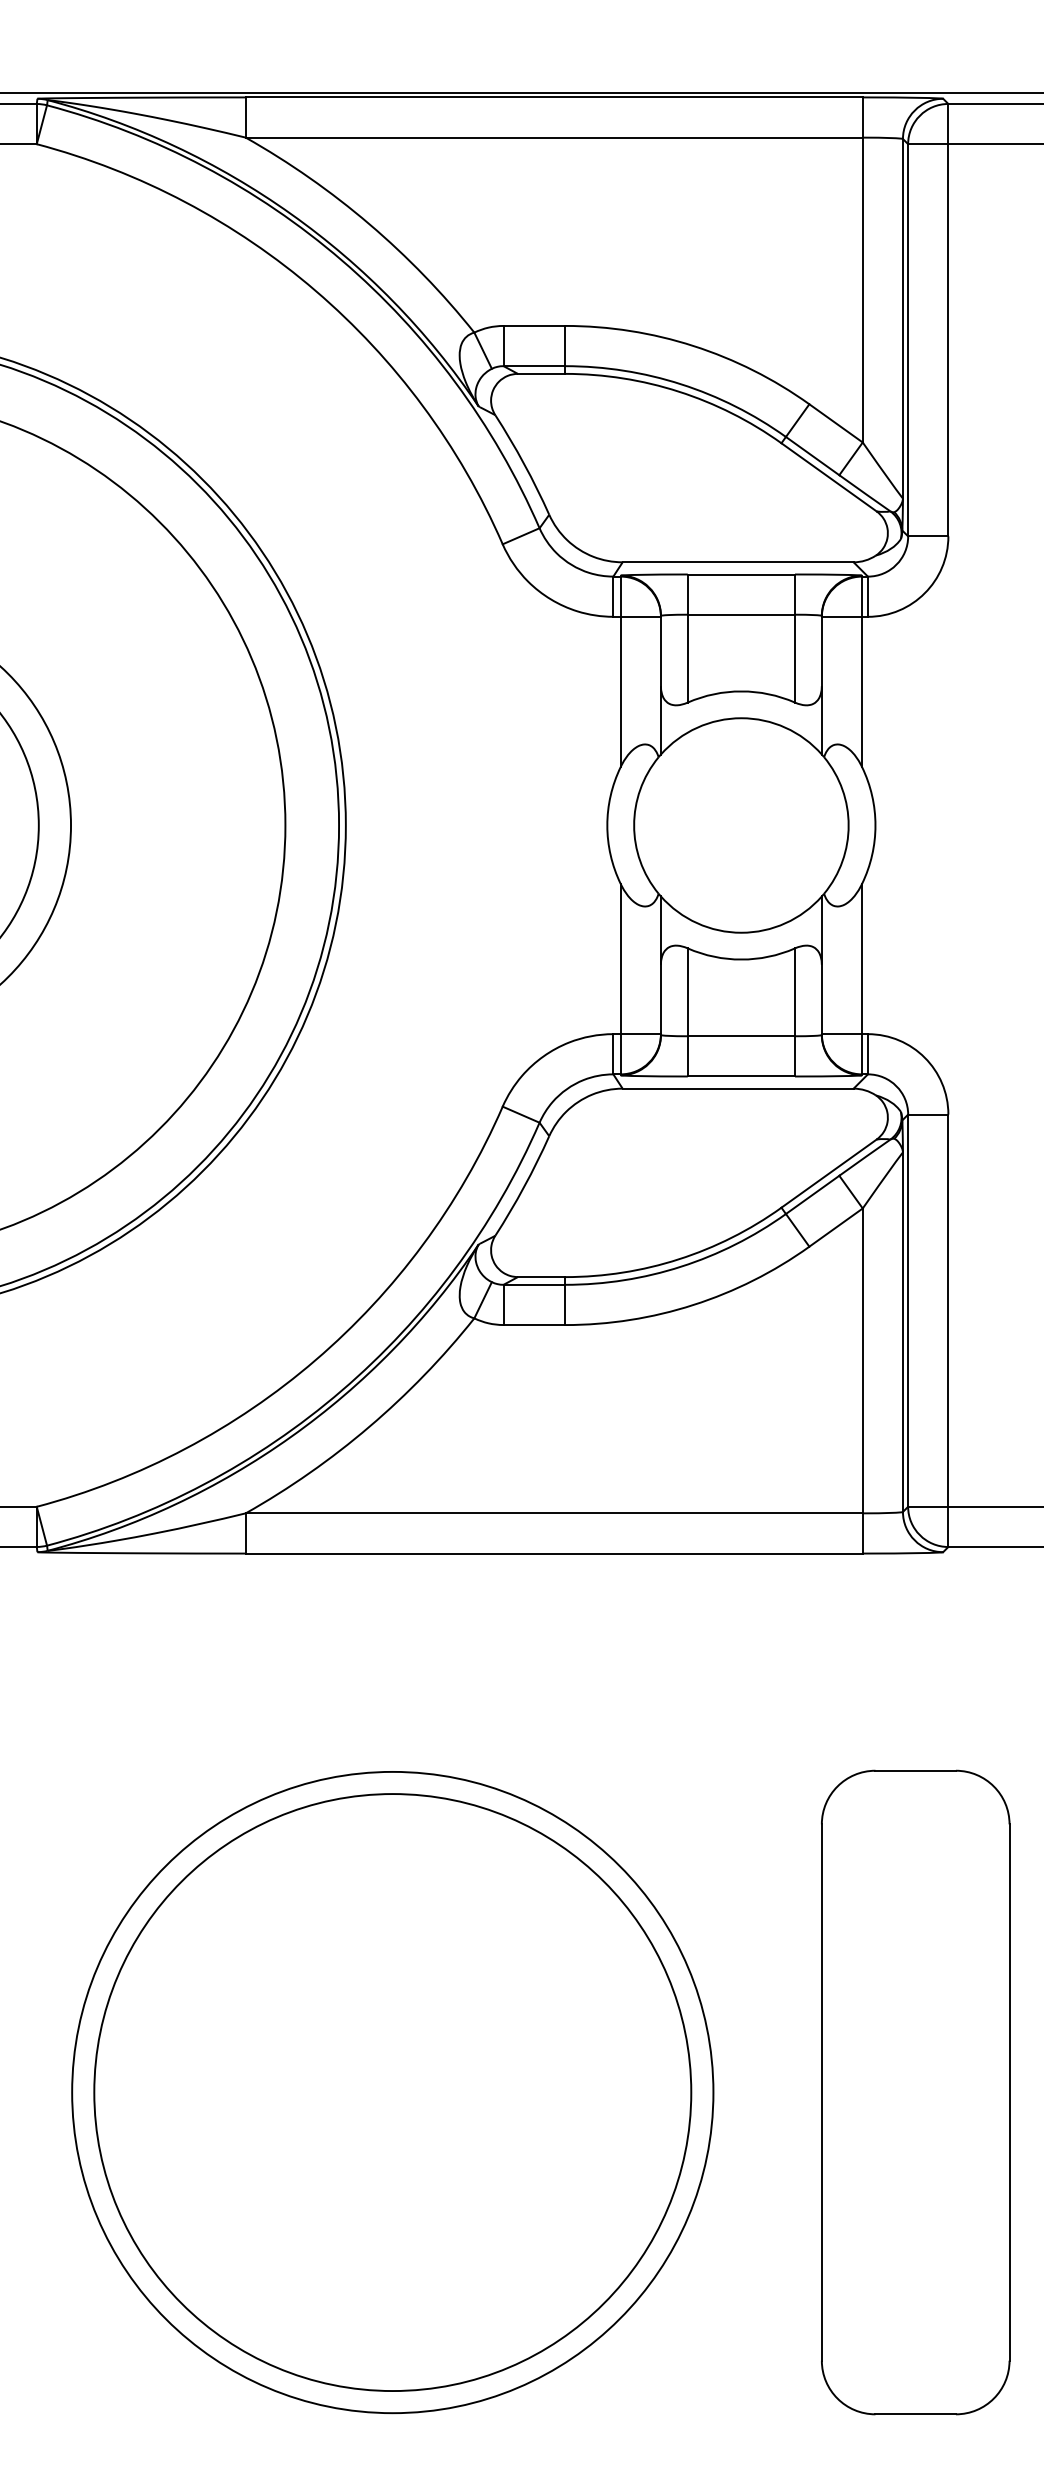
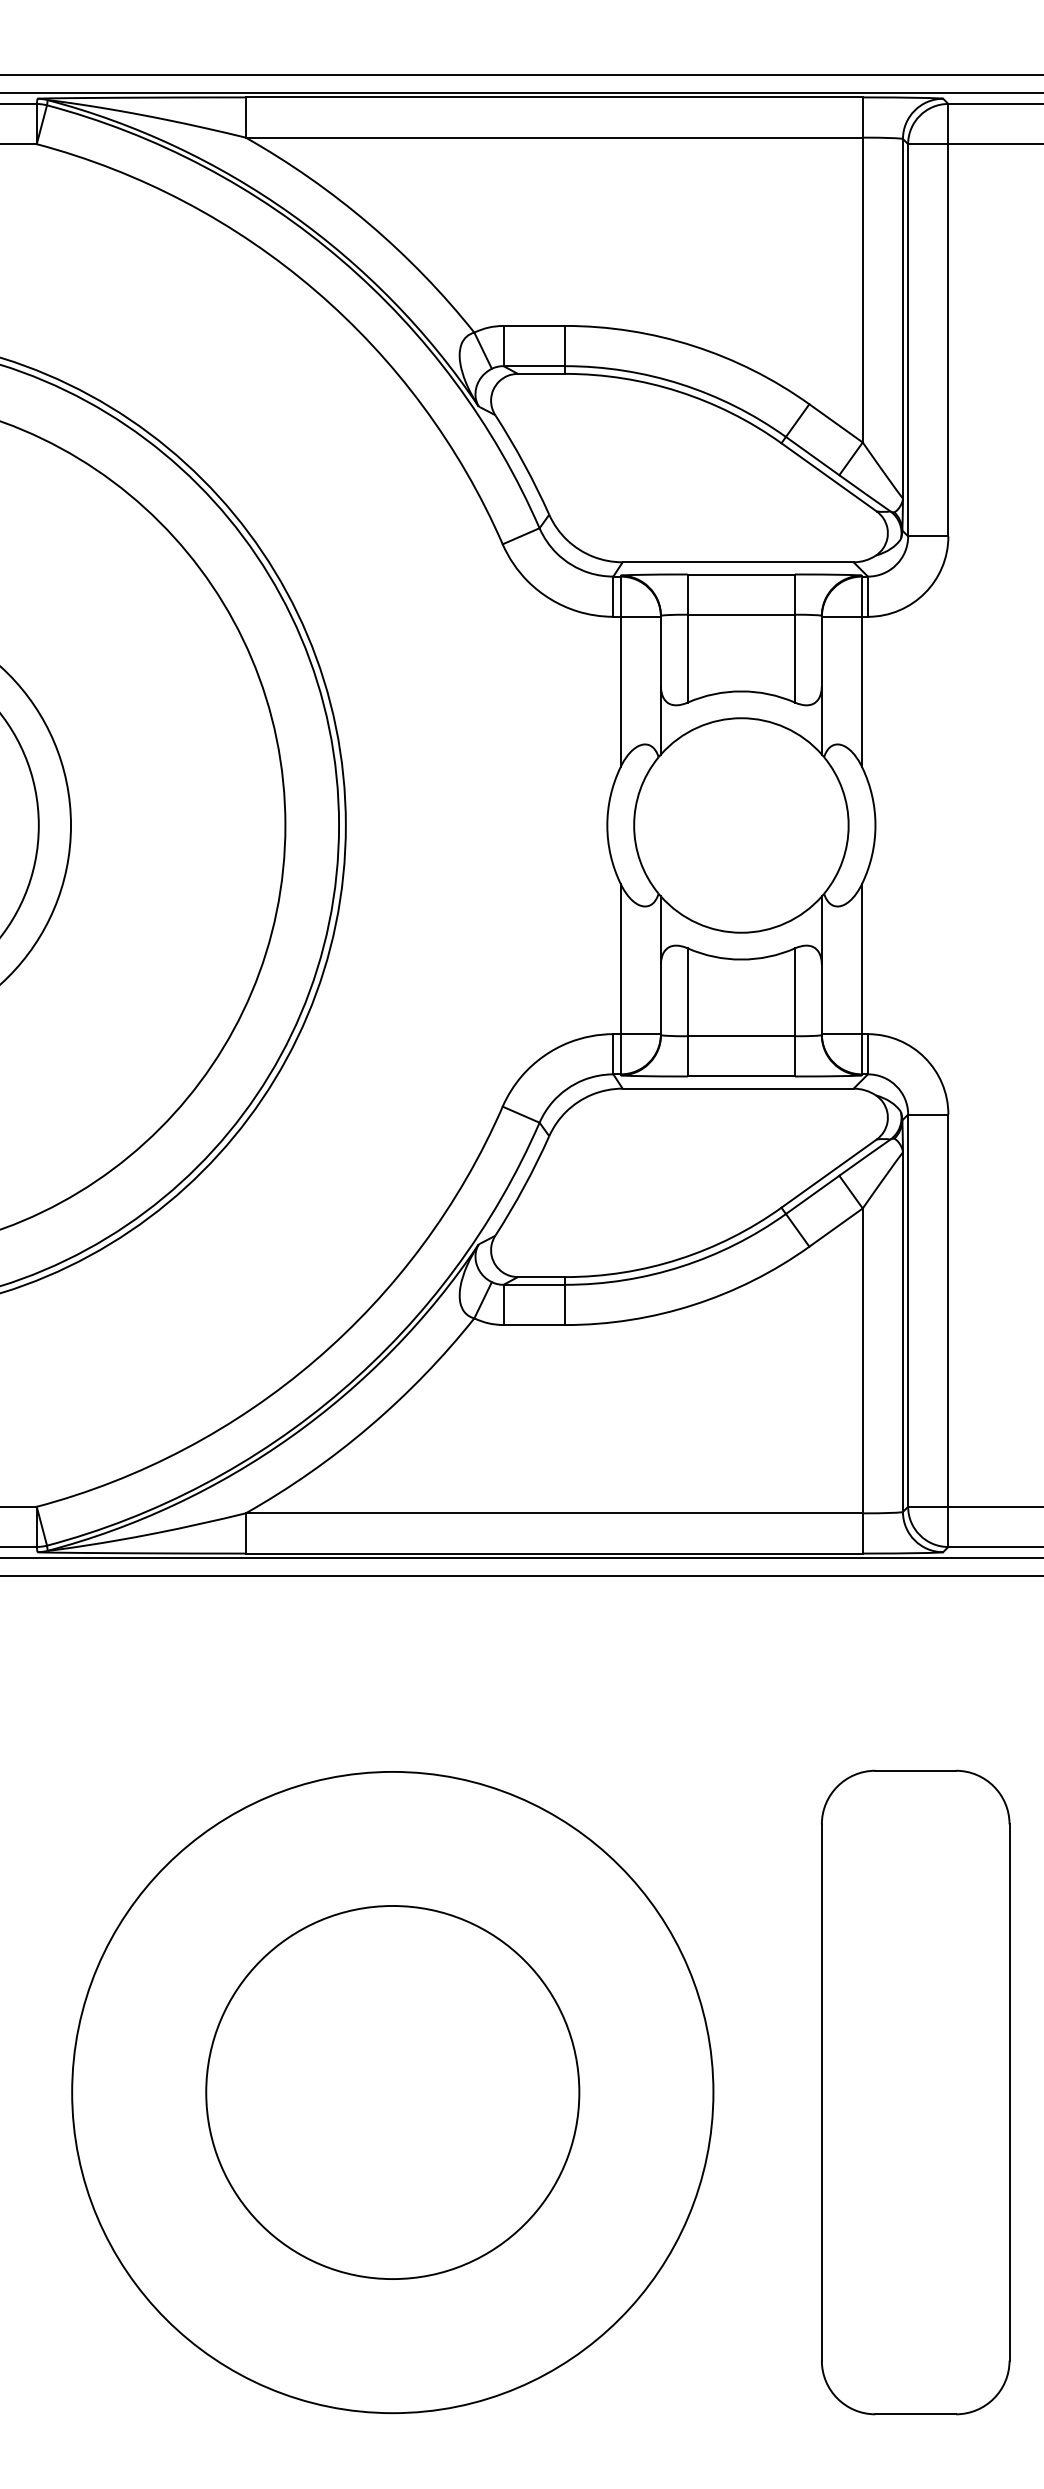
line at (521, 74): none -> present
line at (521, 1557): none -> present
line at (521, 1576): none -> present
circle at (392, 2092) diameter: 597 px -> 373 px
